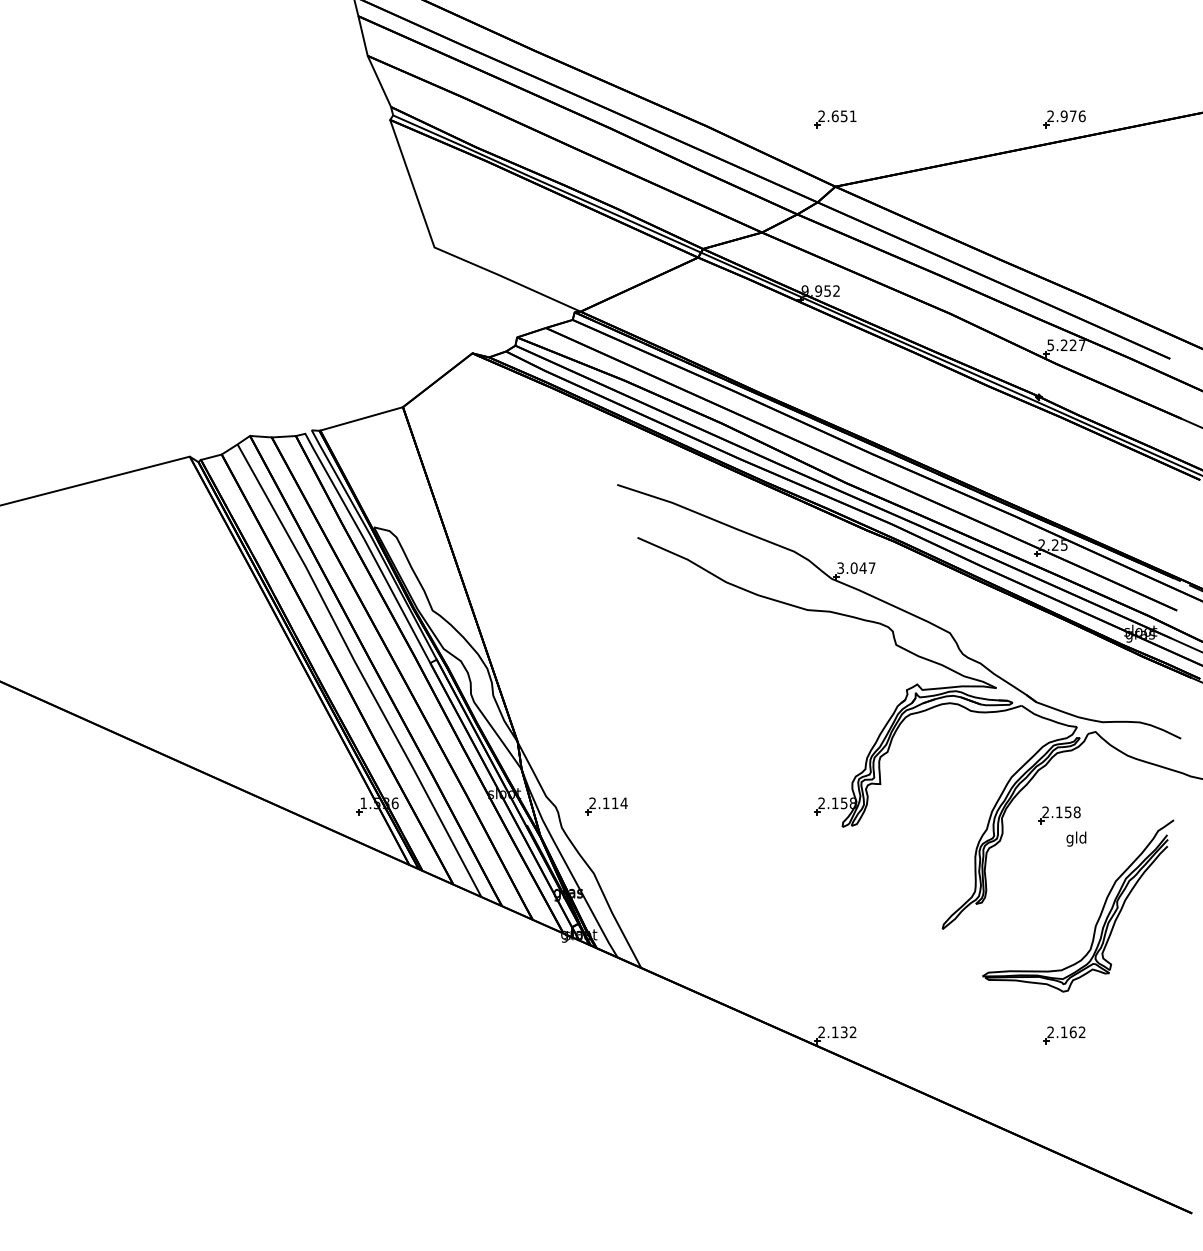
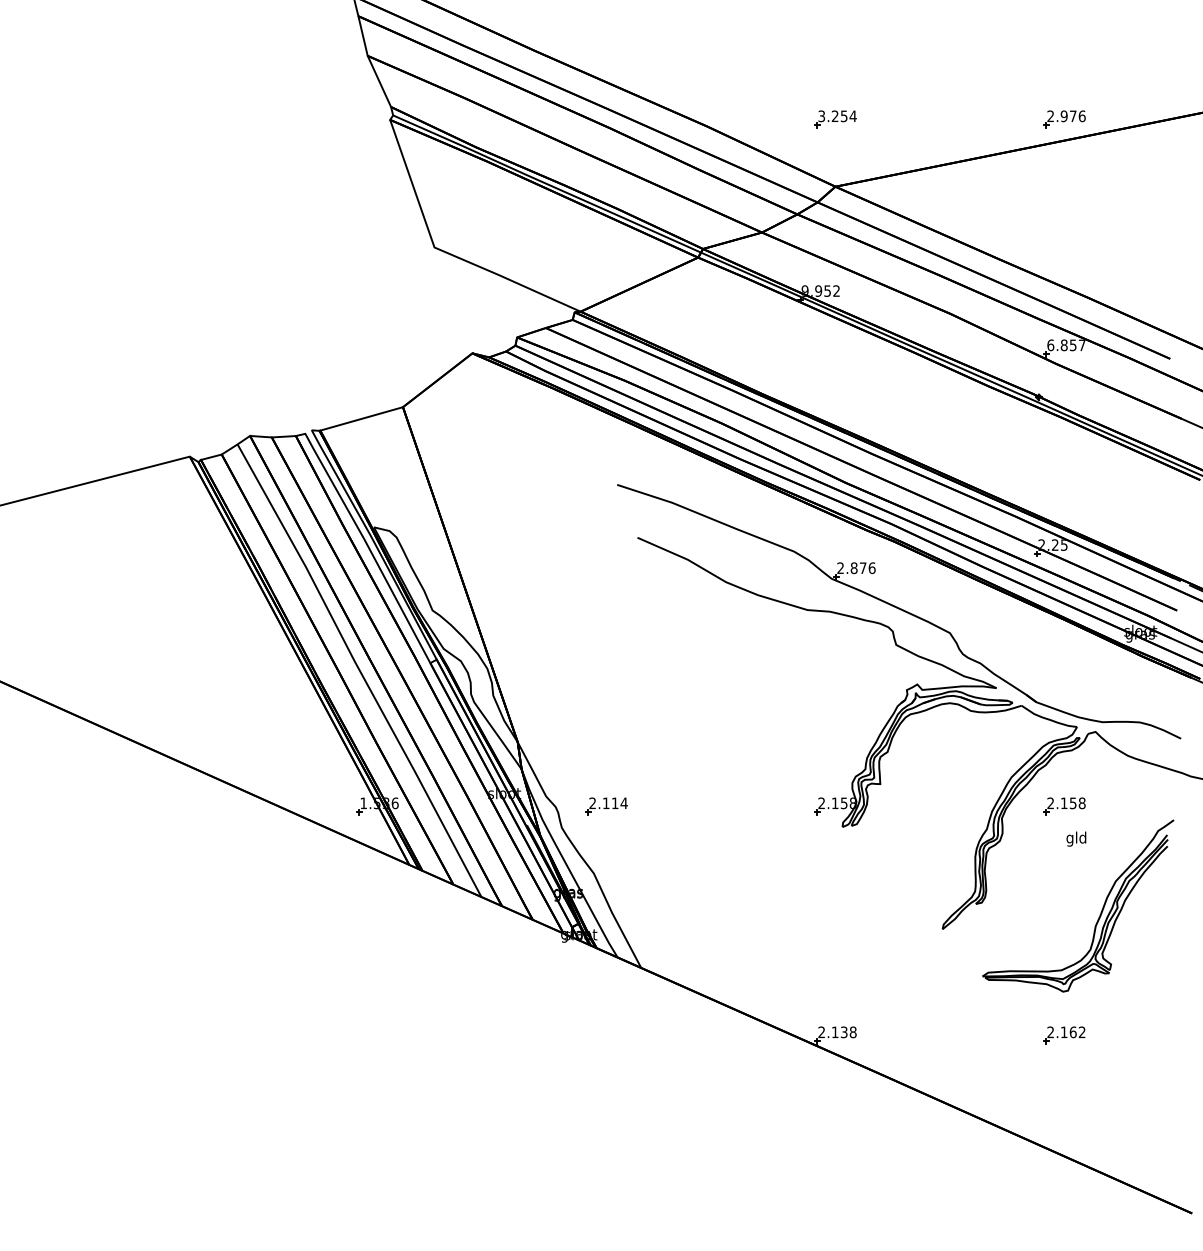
text at (837, 116): 2.651 -> 3.254
text at (1061, 345): 5.227 -> 6.857
text at (856, 568): 3.047 -> 2.876
part at (1059, 815) position: (1059, 815) -> (1064, 806)
text at (852, 1032): 2.132 -> 2.138
